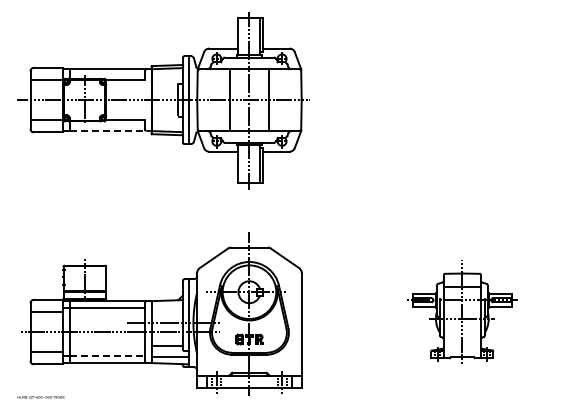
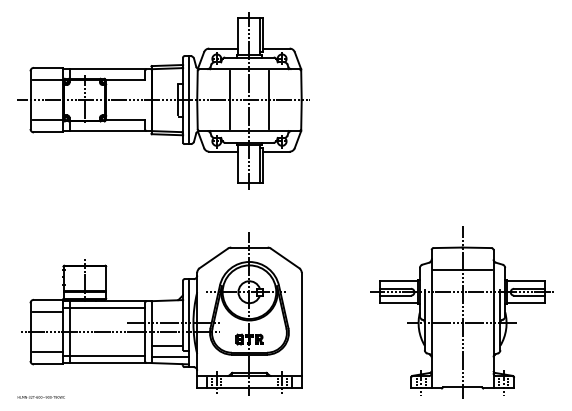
line at (110, 131): dashed -> solid
part at (462, 311) size: 111x104 px -> 184x173 px
line at (107, 355): dashed -> solid
